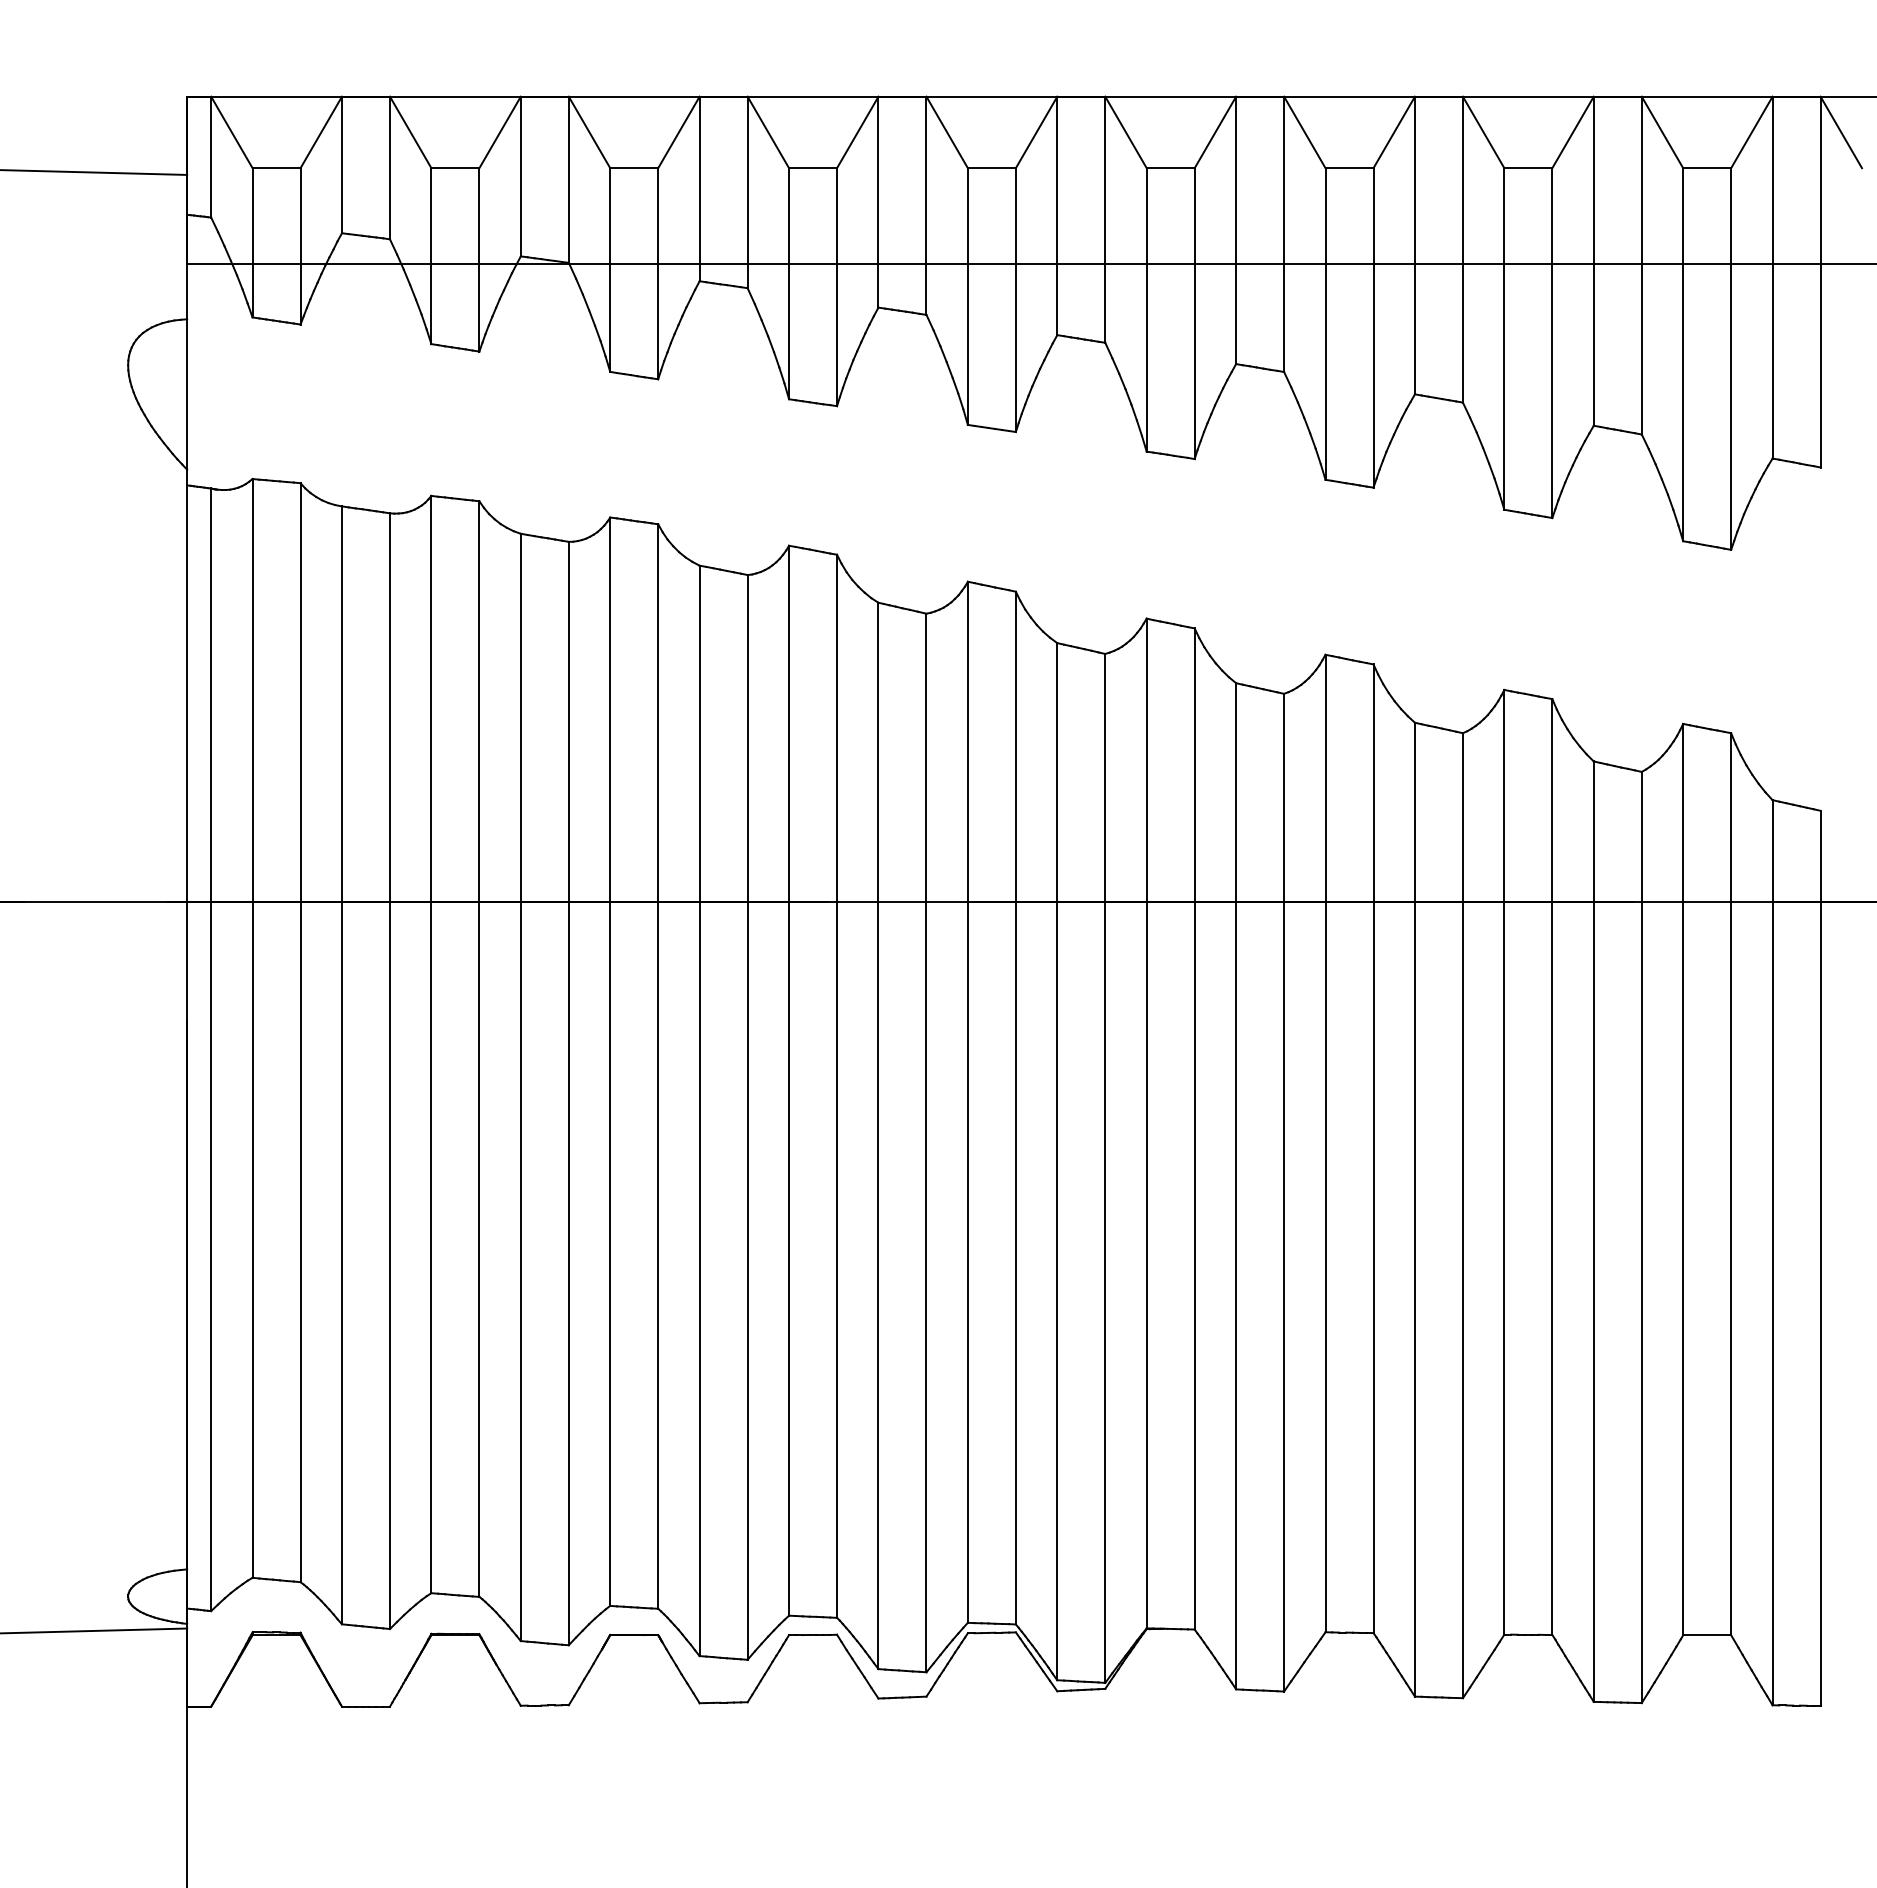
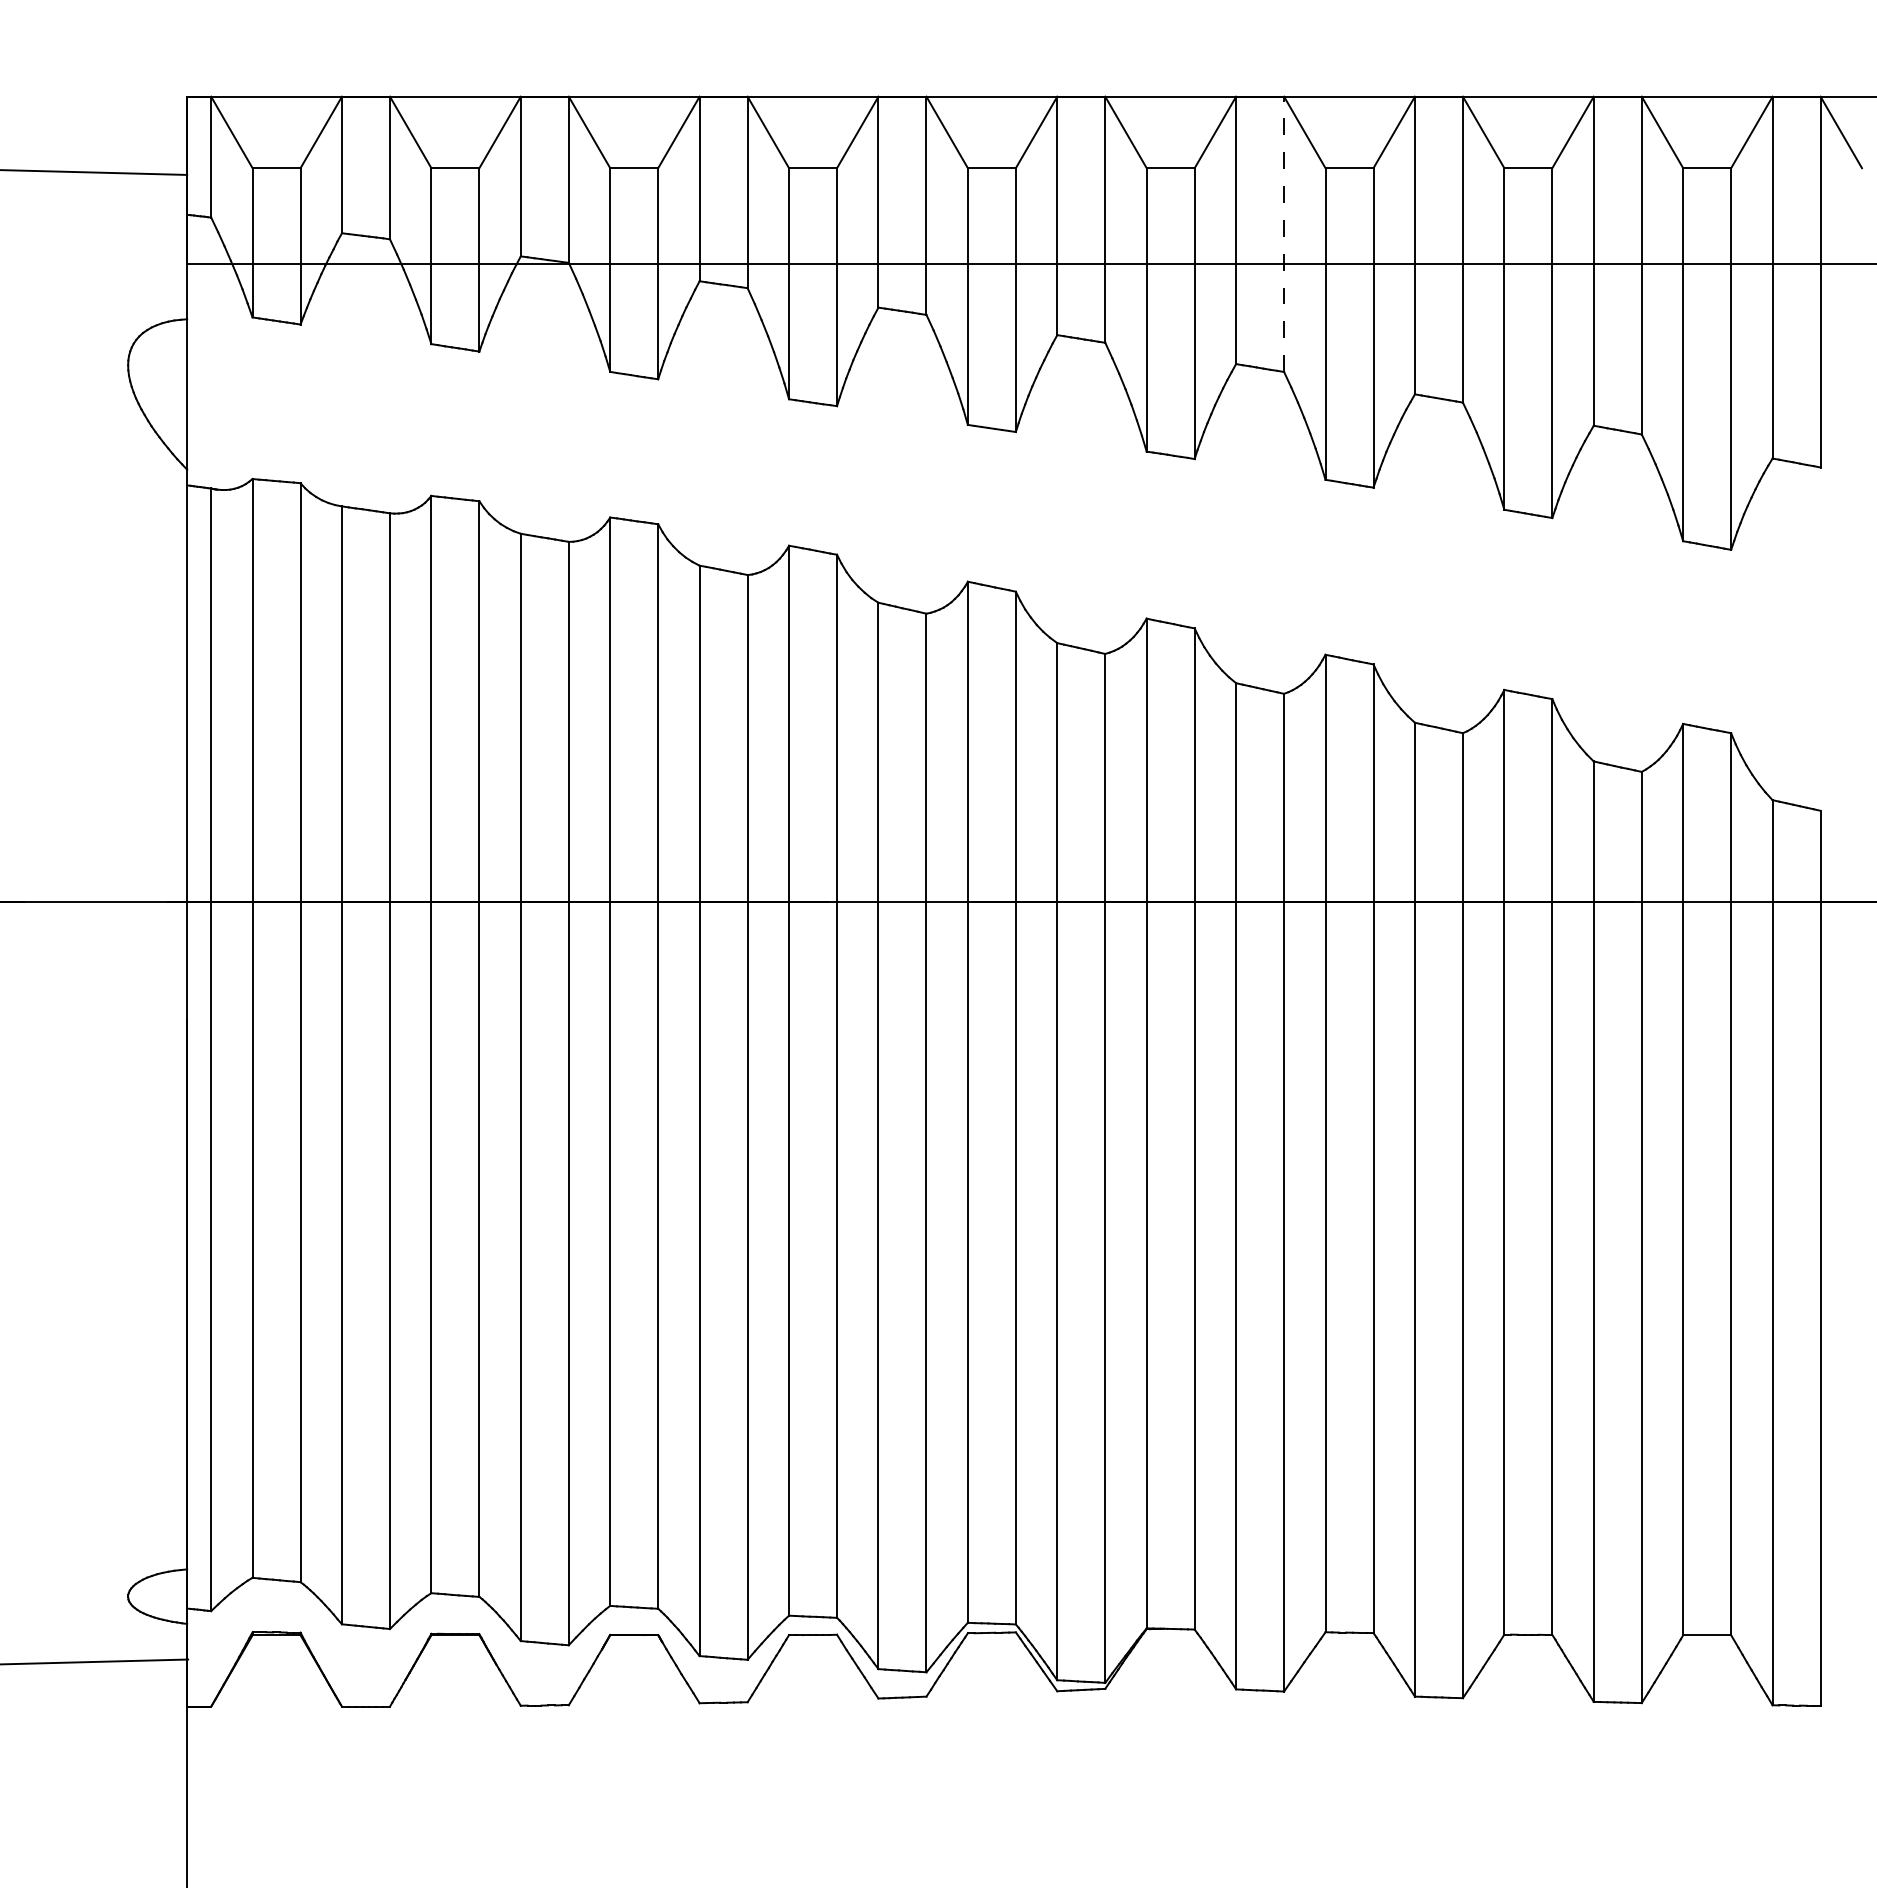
line at (1284, 234): solid -> dashed
line at (94, 1630) position: (94, 1630) -> (95, 1661)
